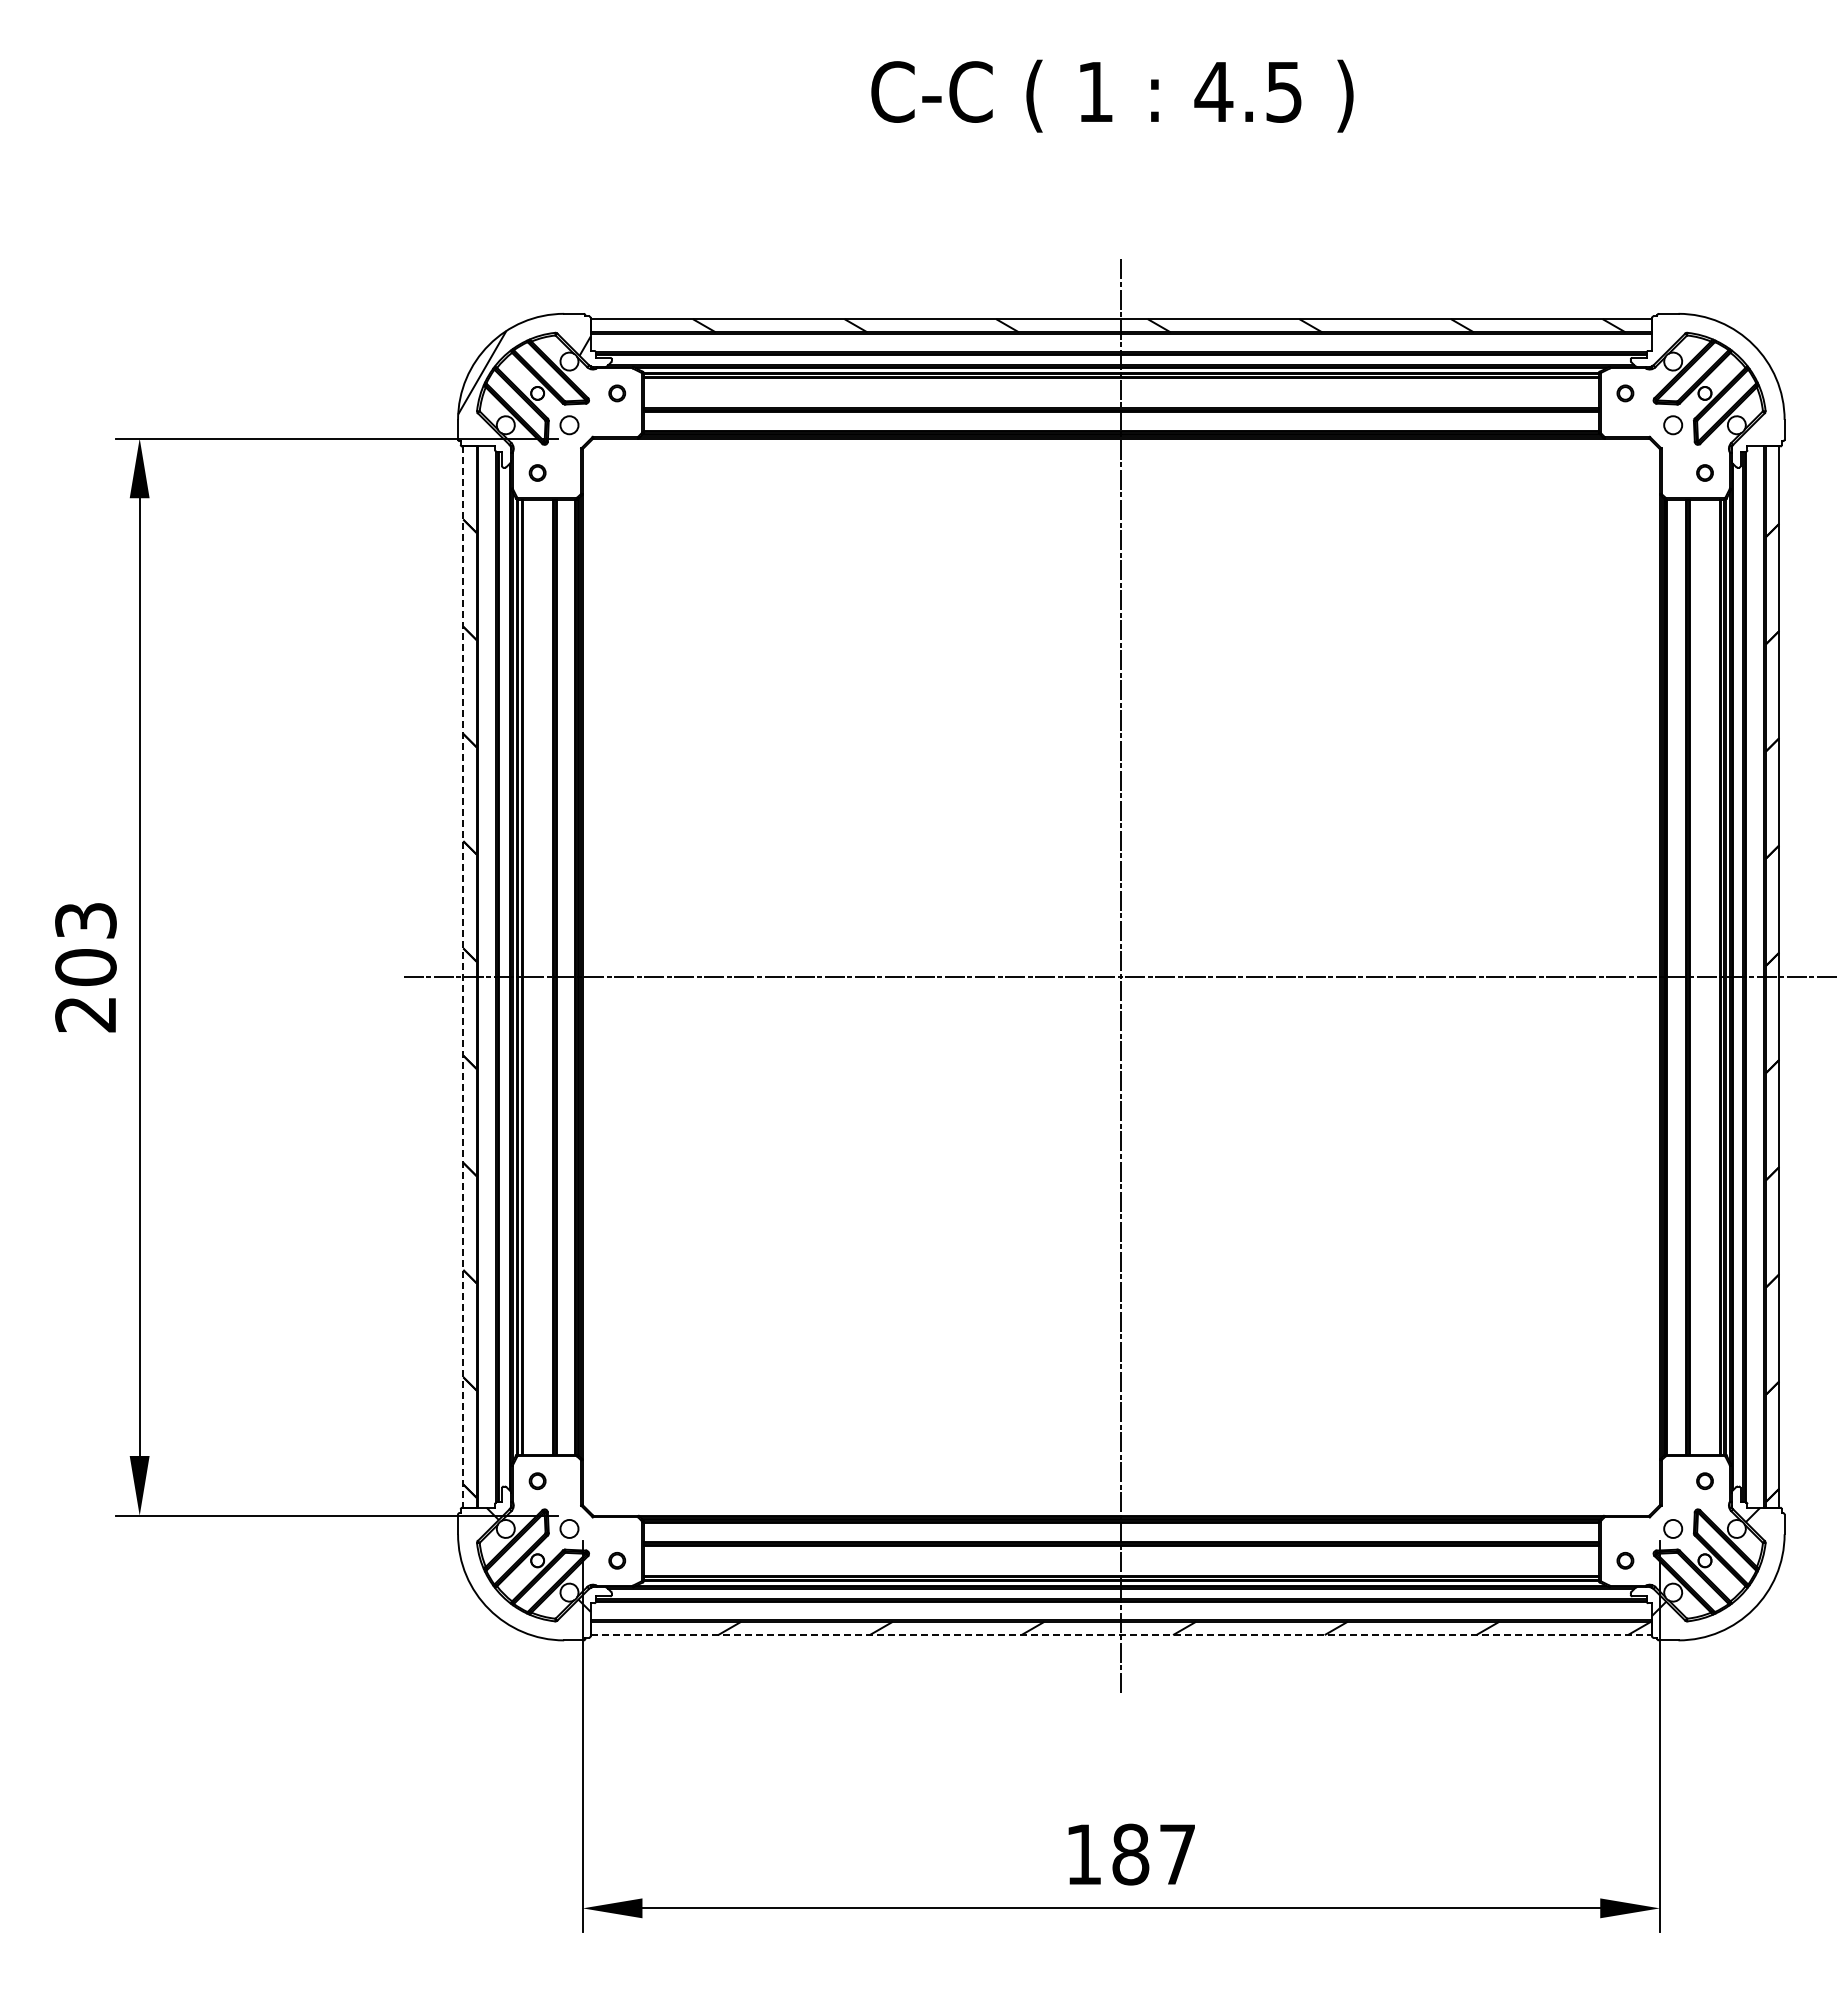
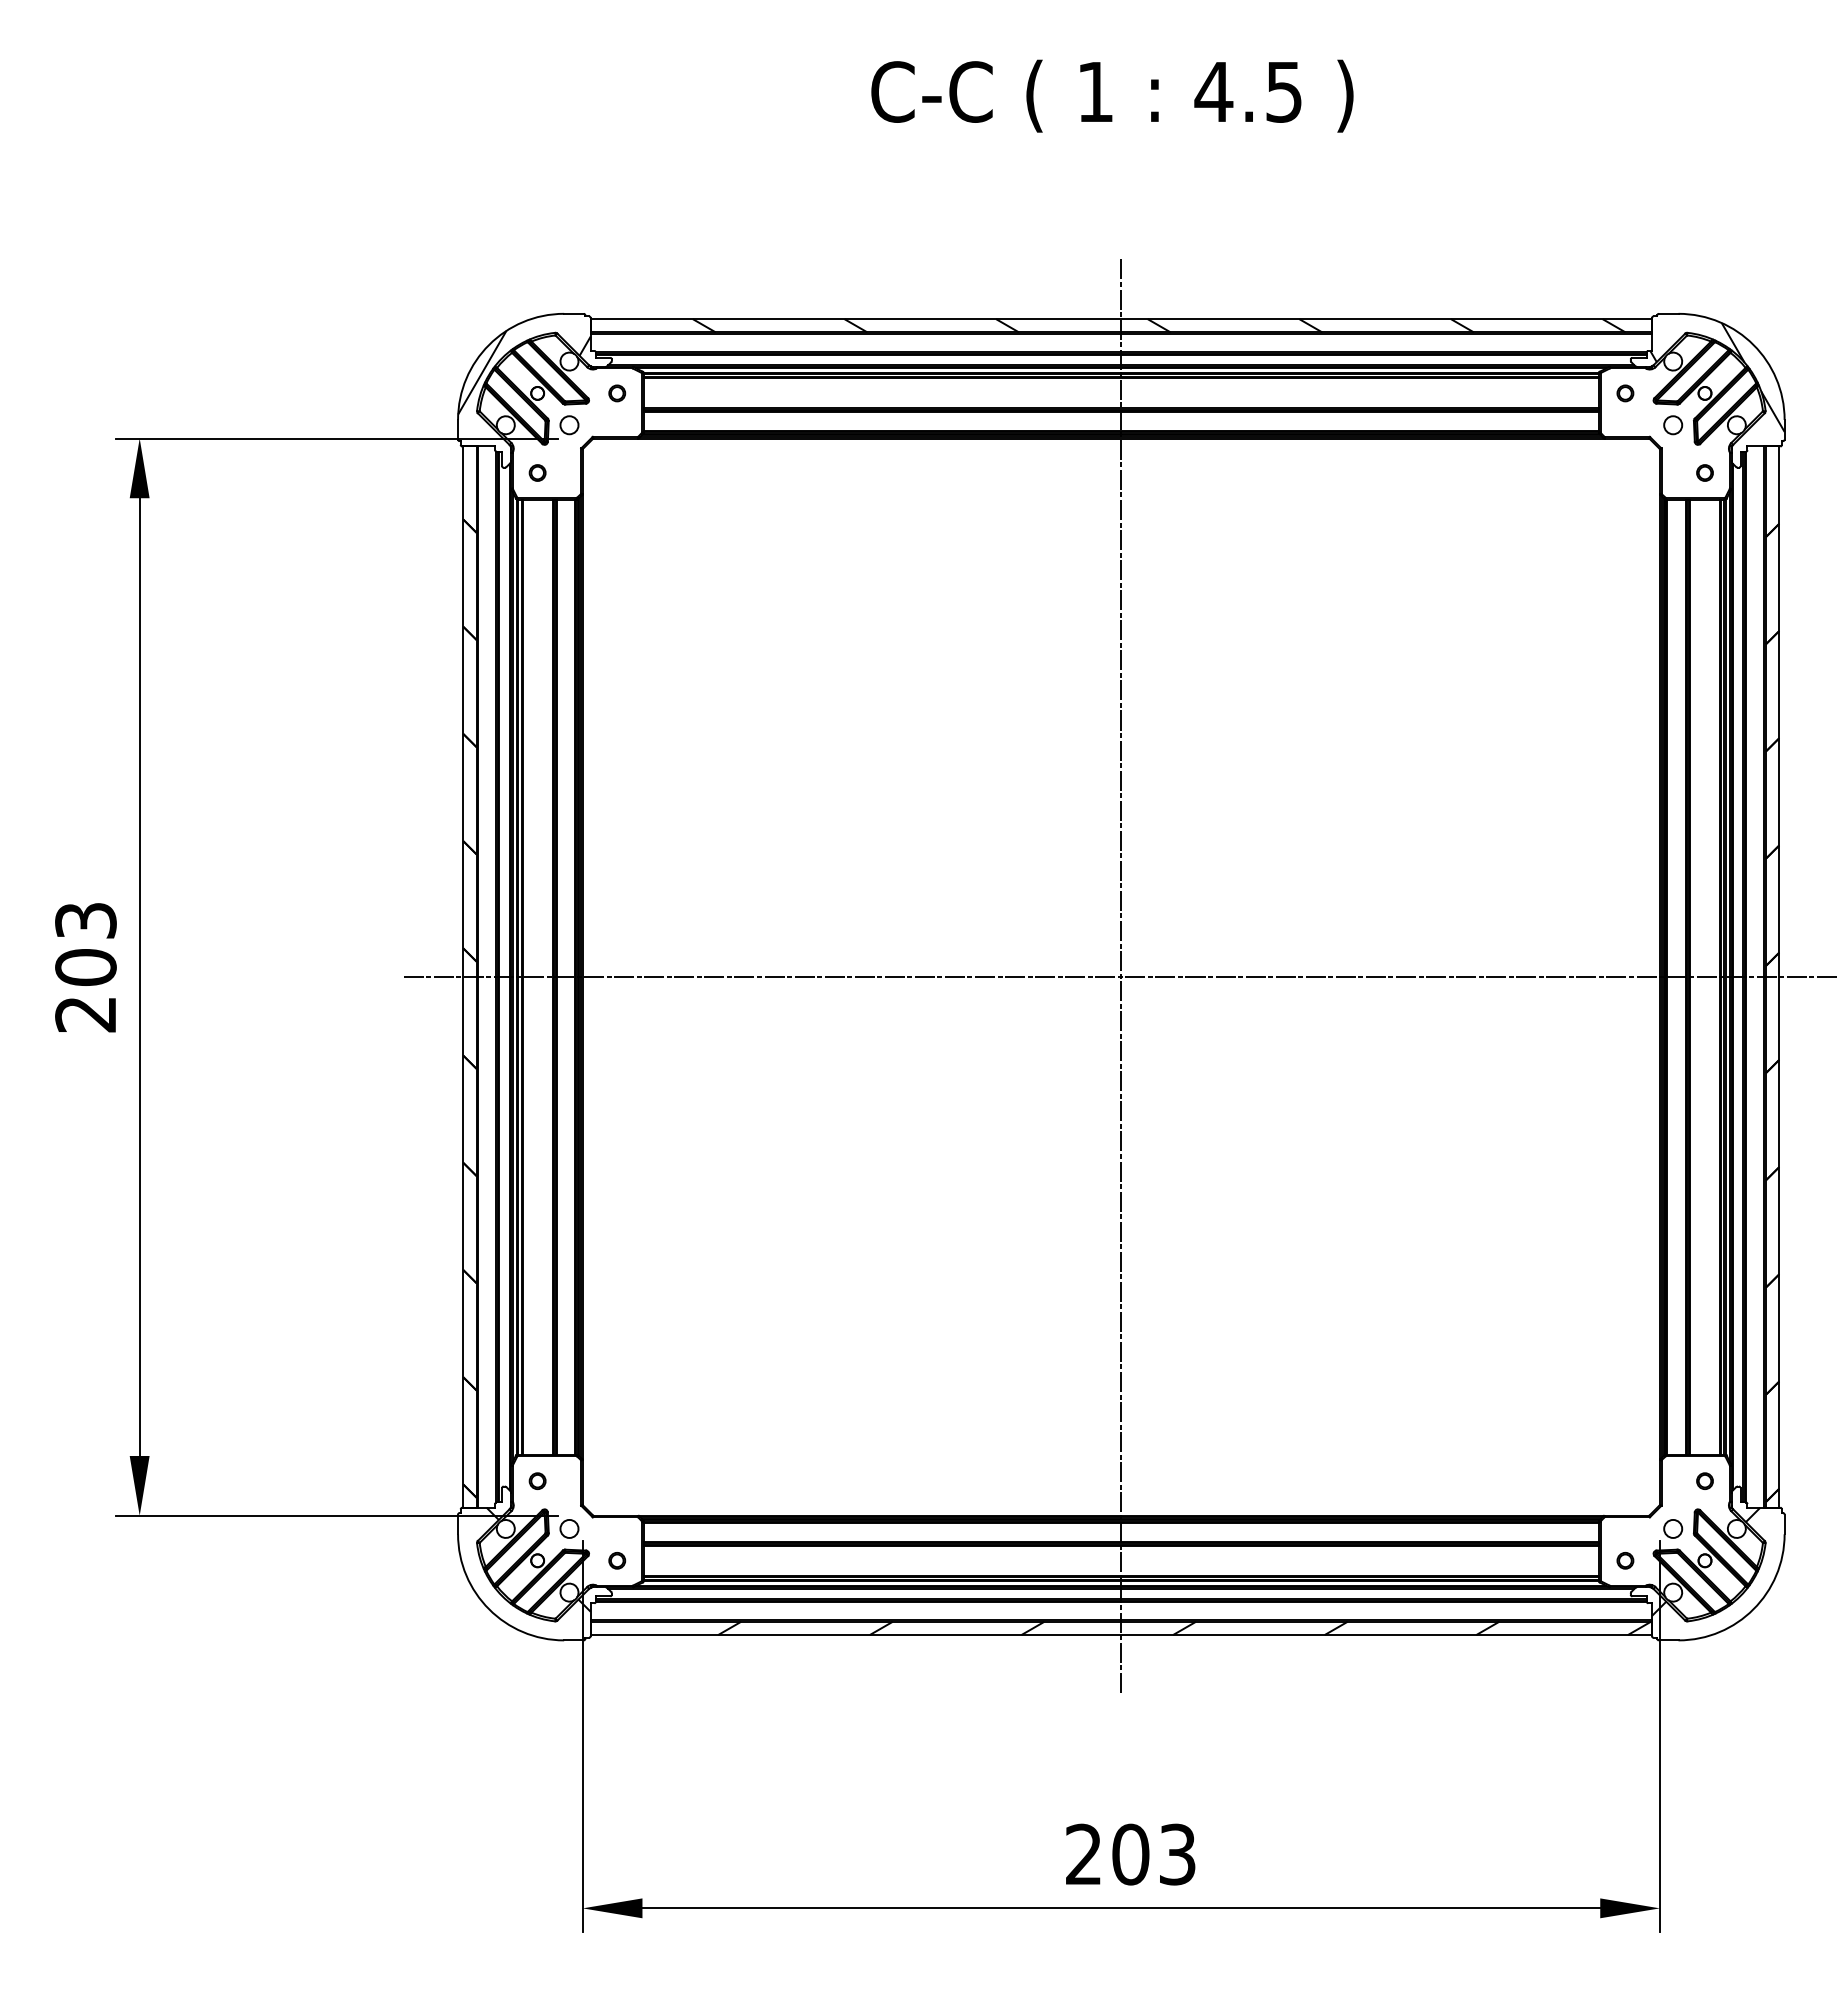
hatch at (1717, 377): none -> present
line at (463, 977): dashed -> solid
line at (1121, 1635): dashed -> solid
text at (1130, 1854): 187 -> 203
